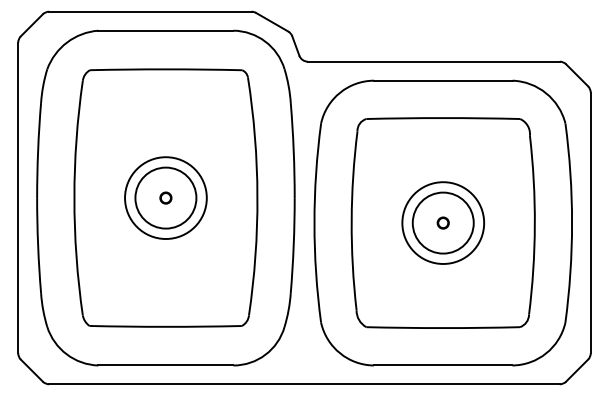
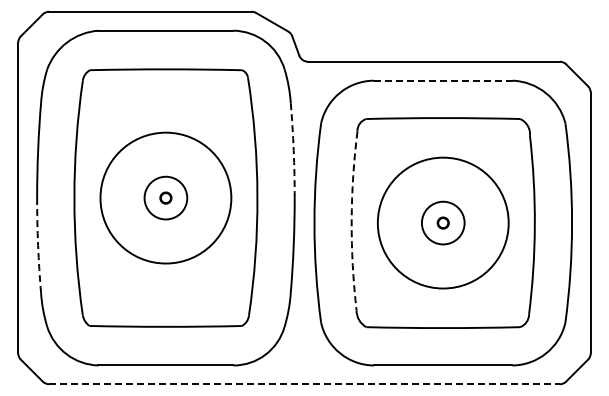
line at (442, 80): solid -> dashed
arc at (293, 150): solid -> dashed
circle at (165, 197) diameter: 61 px -> 43 px
circle at (165, 198) diameter: 82 px -> 131 px
arc at (351, 220): solid -> dashed
circle at (442, 222) diameter: 61 px -> 43 px
circle at (443, 222) diameter: 82 px -> 131 px
arc at (38, 245): solid -> dashed
line at (304, 384): solid -> dashed
